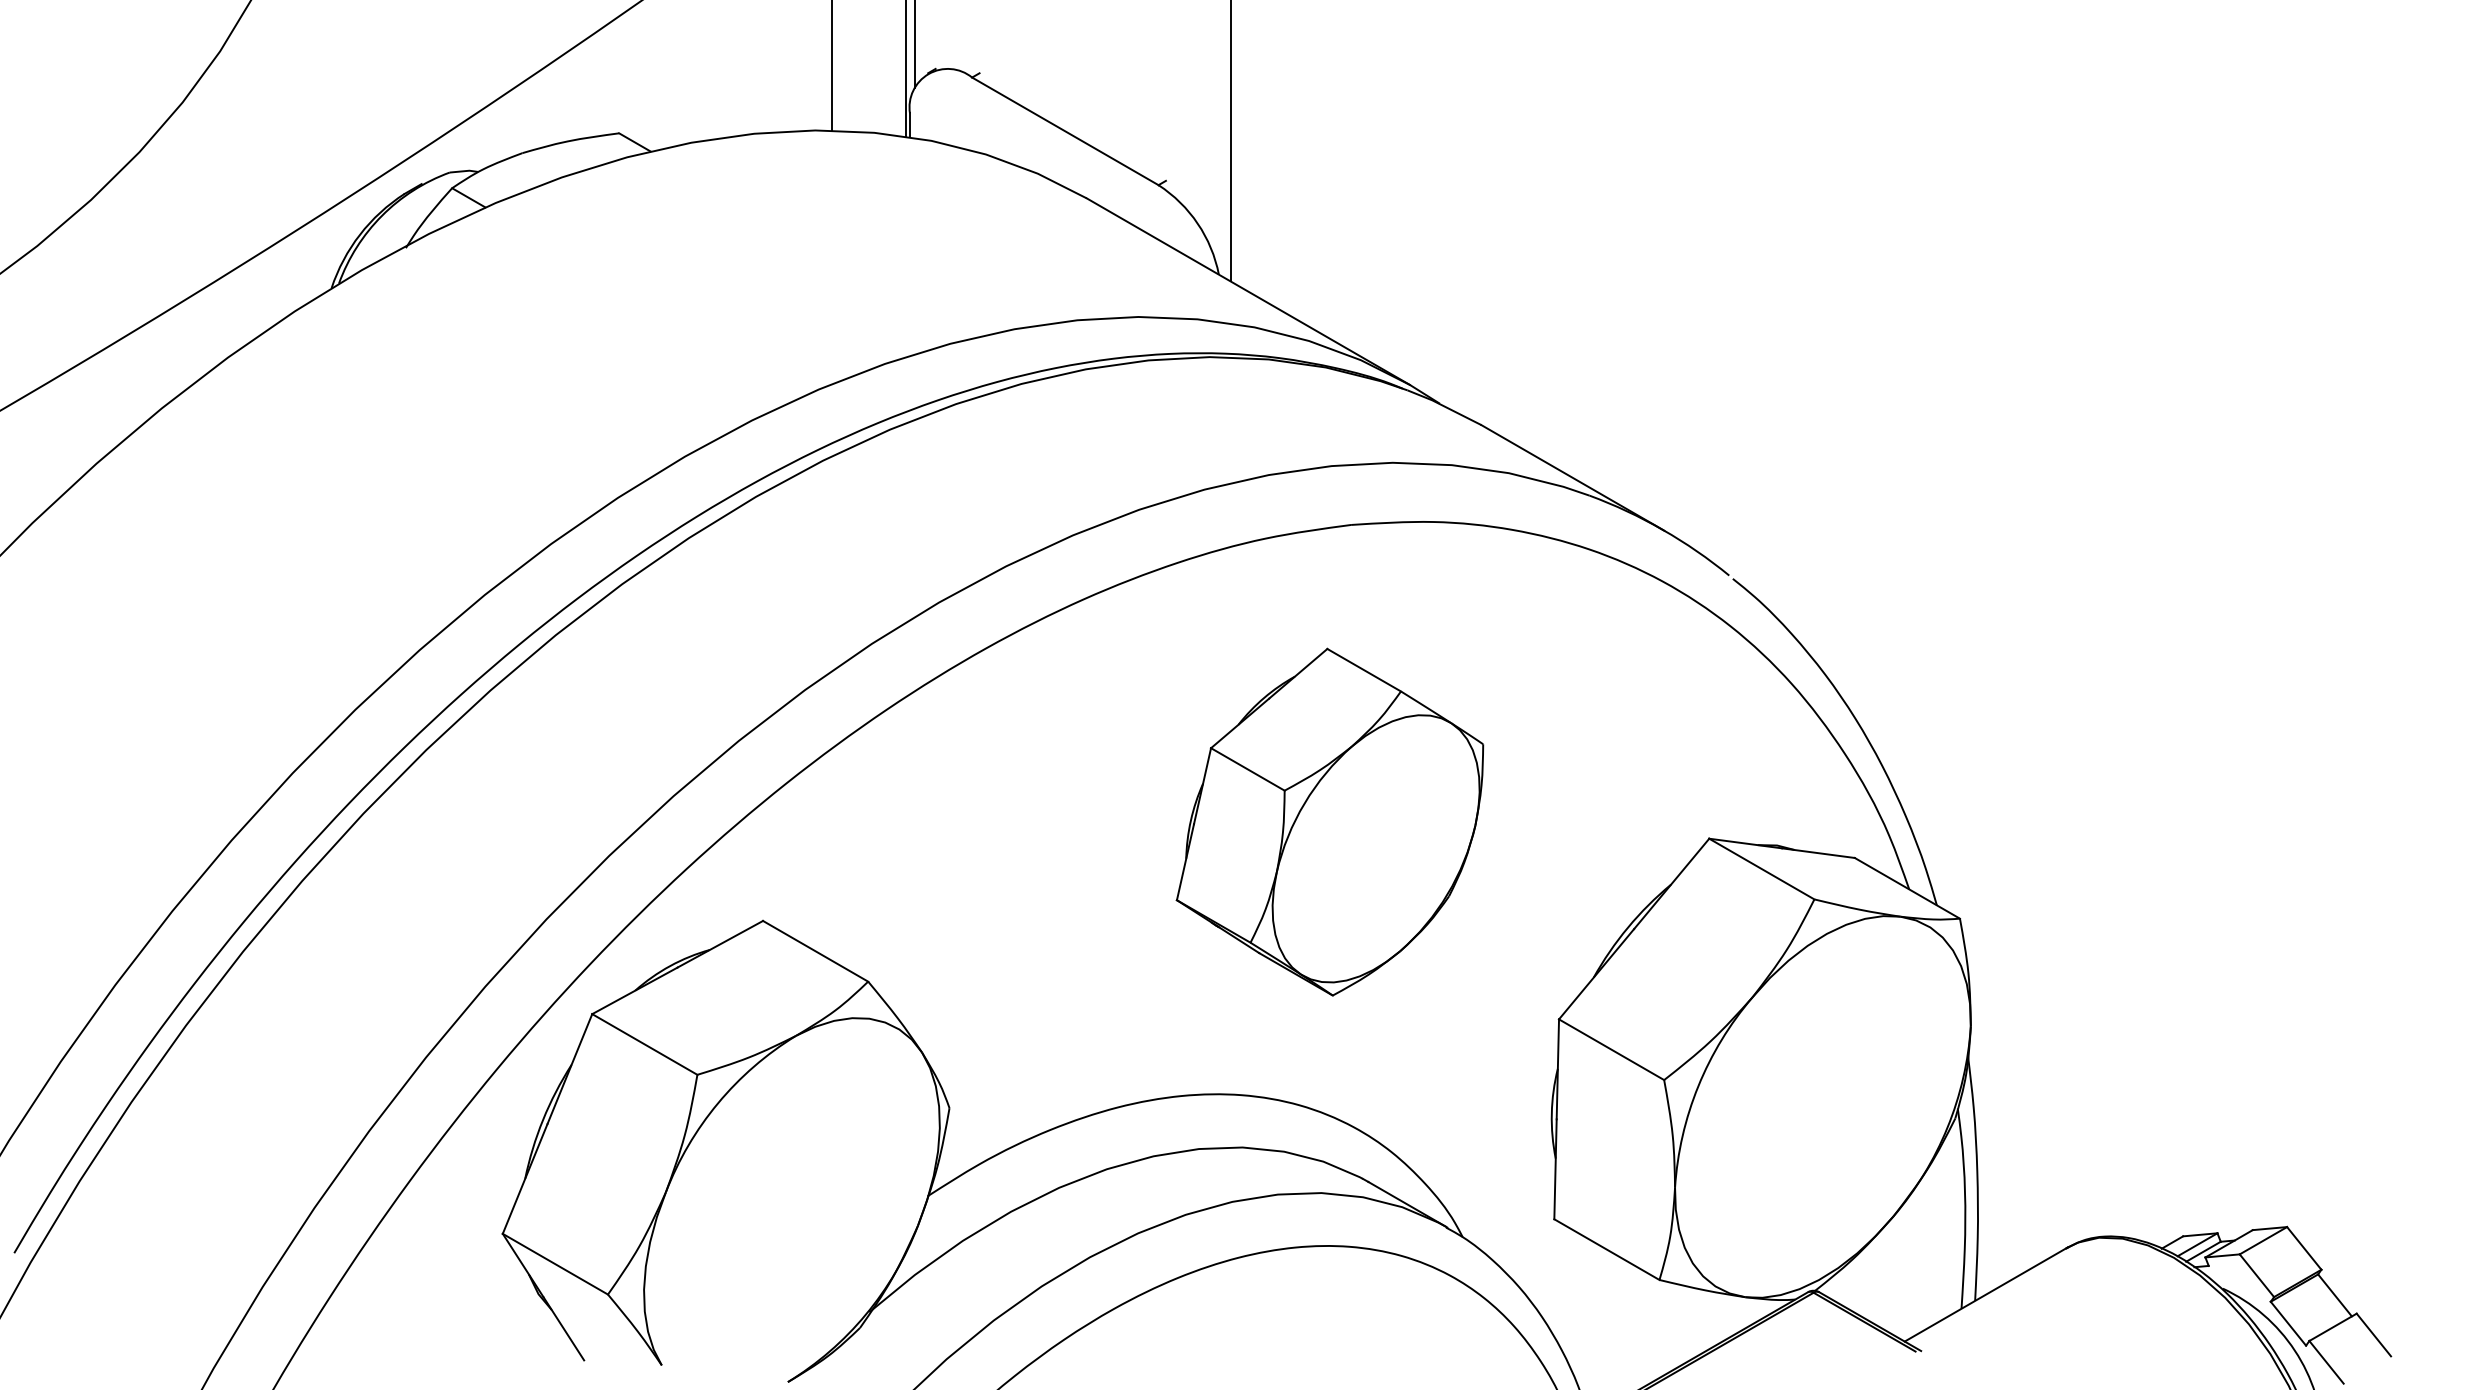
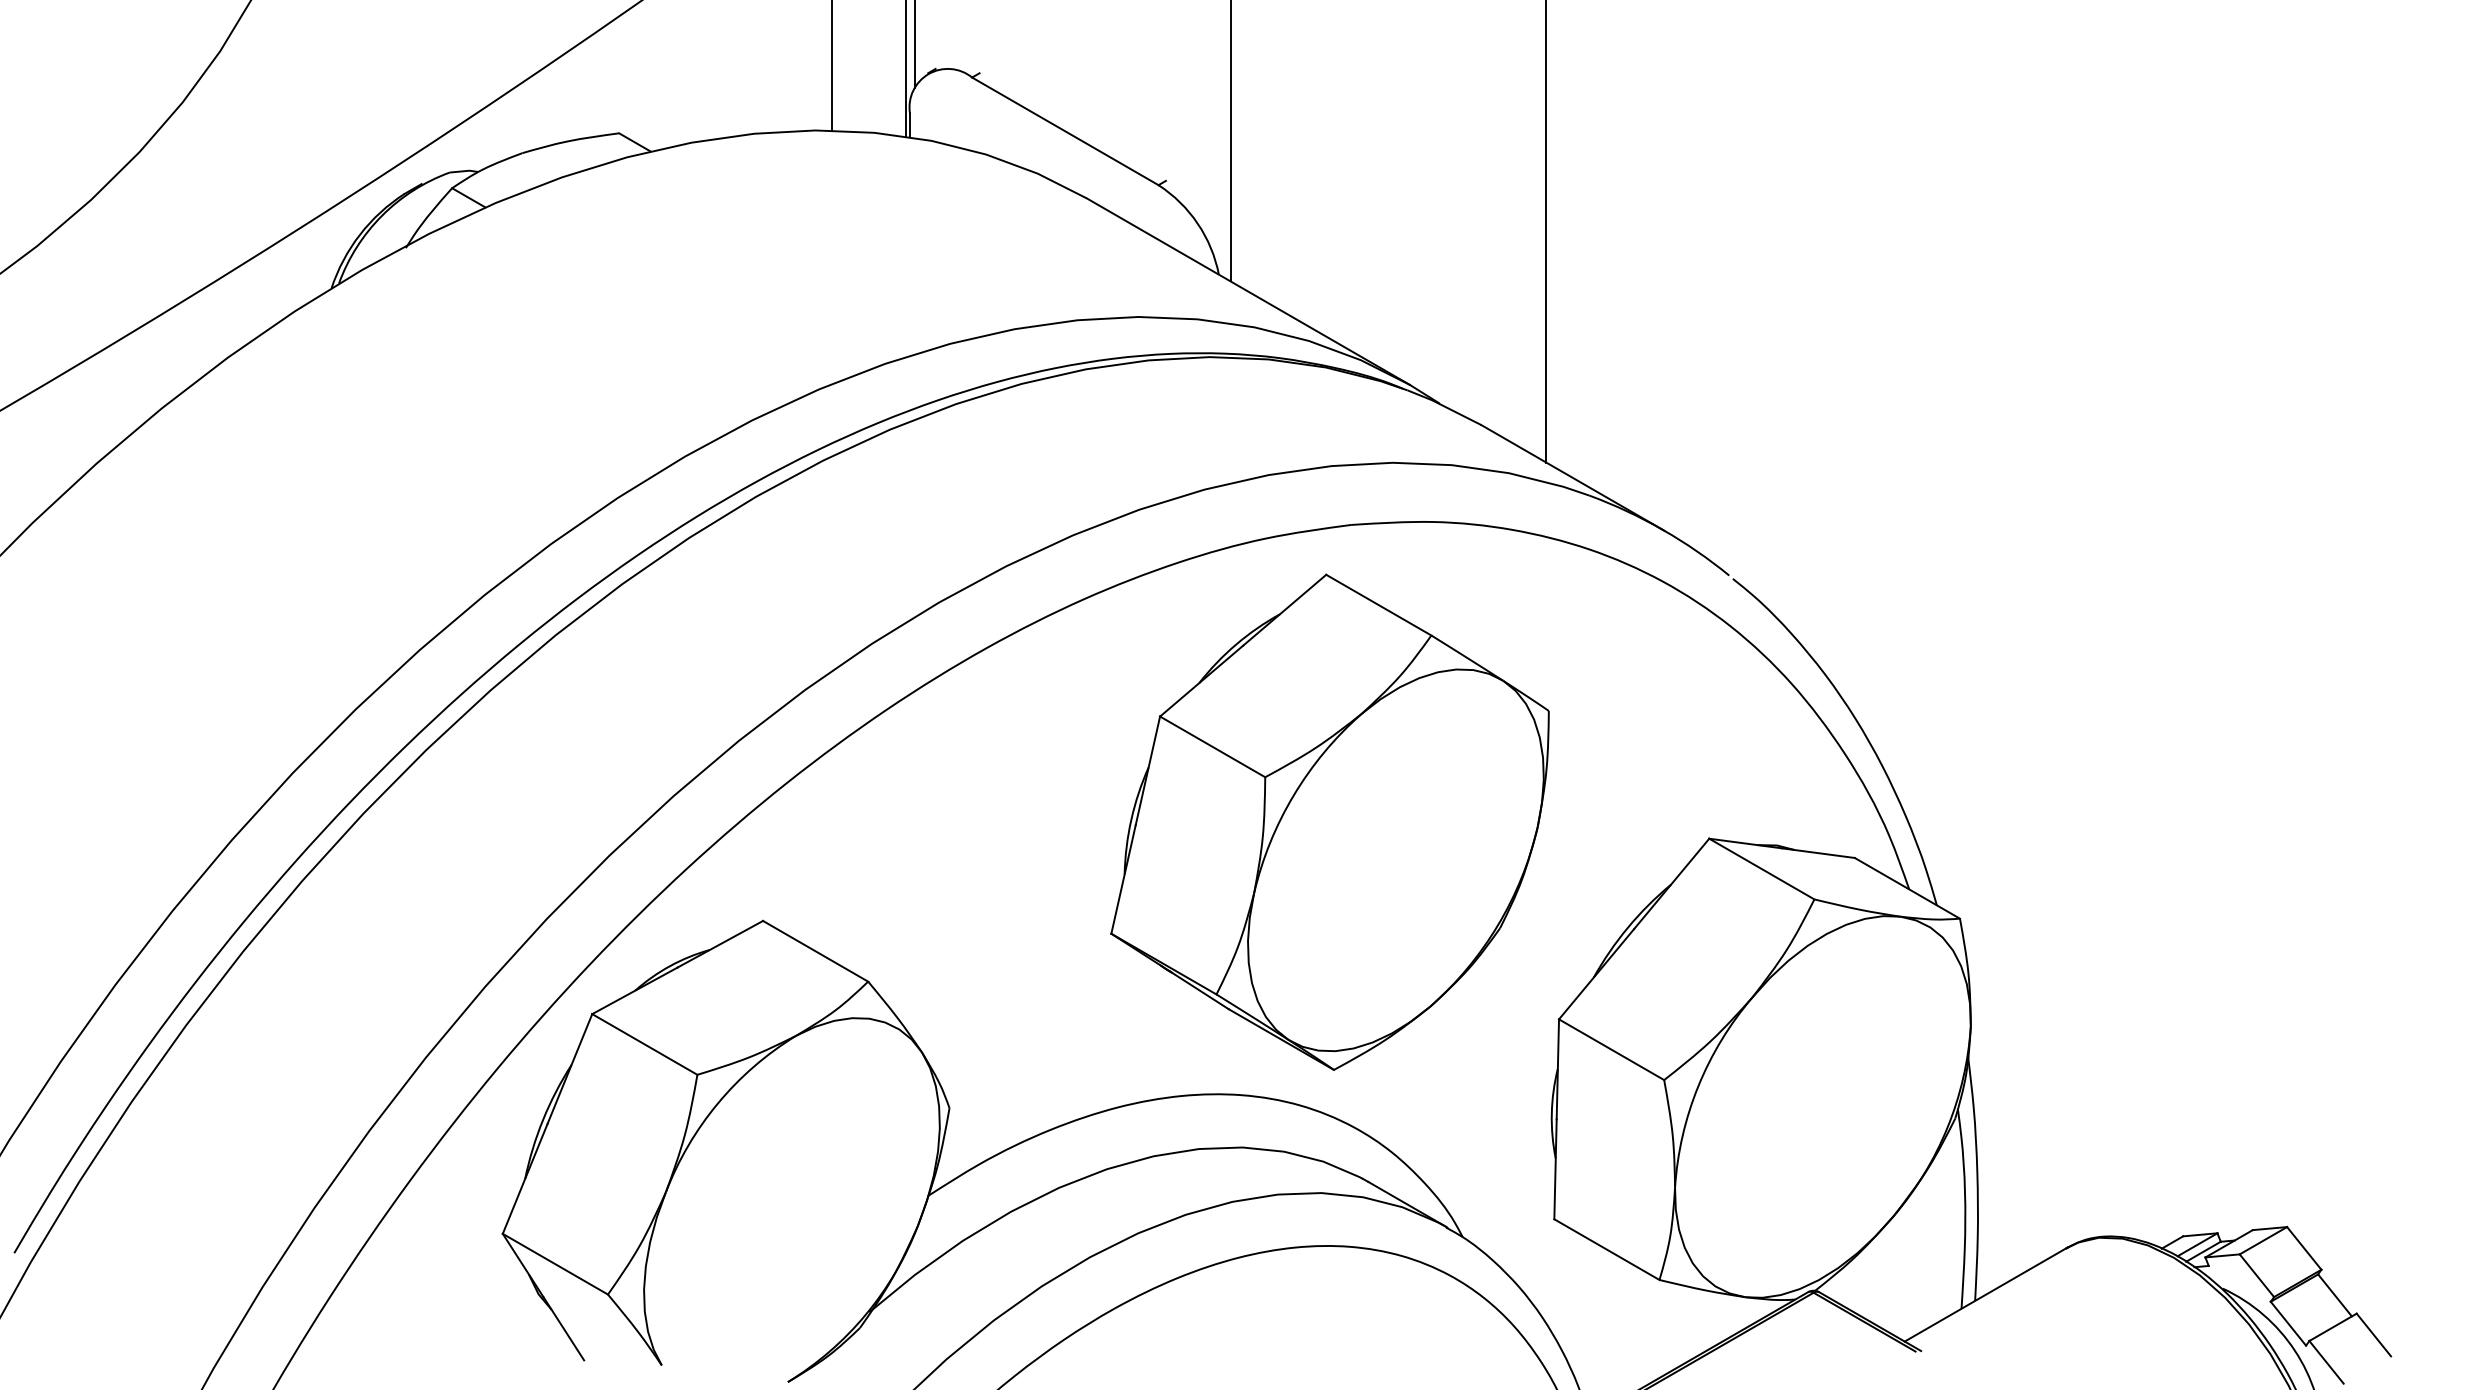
line at (1546, 232): none -> present
part at (1329, 821) size: 310x350 px -> 440x498 px
